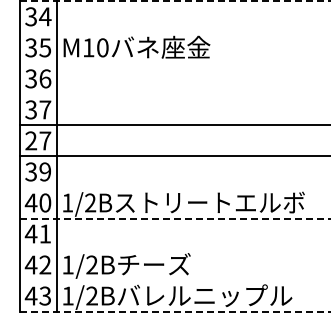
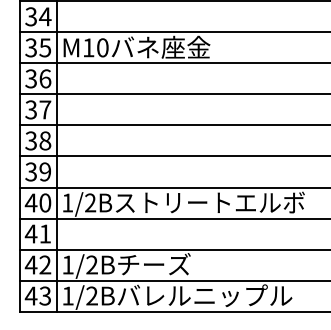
line at (175, 1): dashed -> solid
line at (173, 32): none -> present
line at (173, 63): none -> present
line at (173, 94): none -> present
text at (38, 140): 27 -> 38
line at (173, 187): none -> present
line at (175, 218): dashed -> solid
line at (173, 249): none -> present
line at (173, 280): none -> present
line at (175, 311): dashed -> solid
